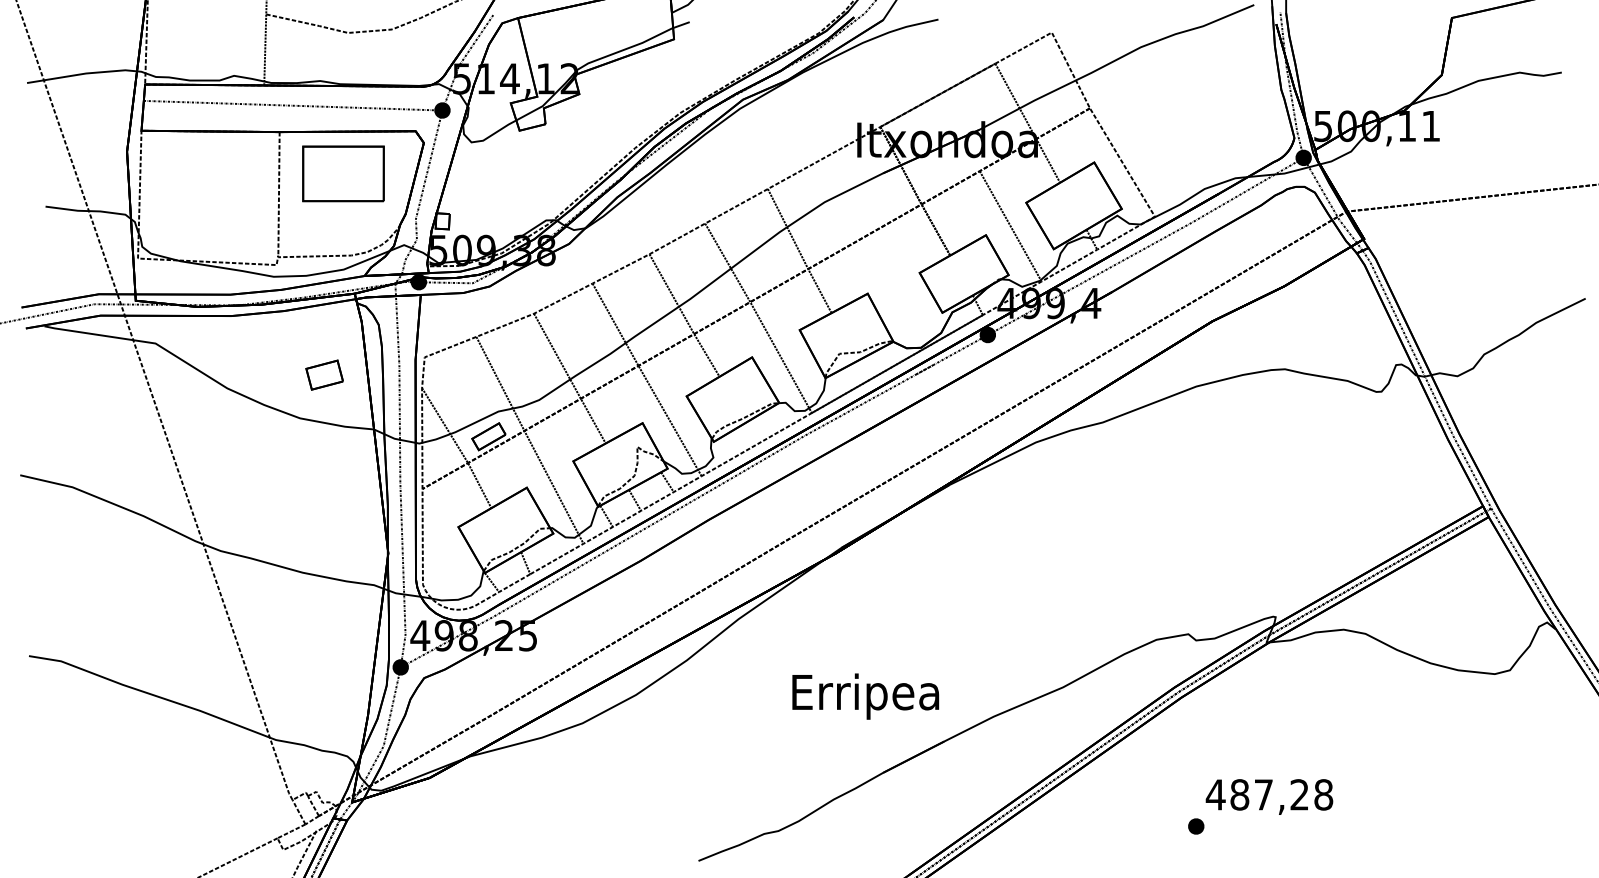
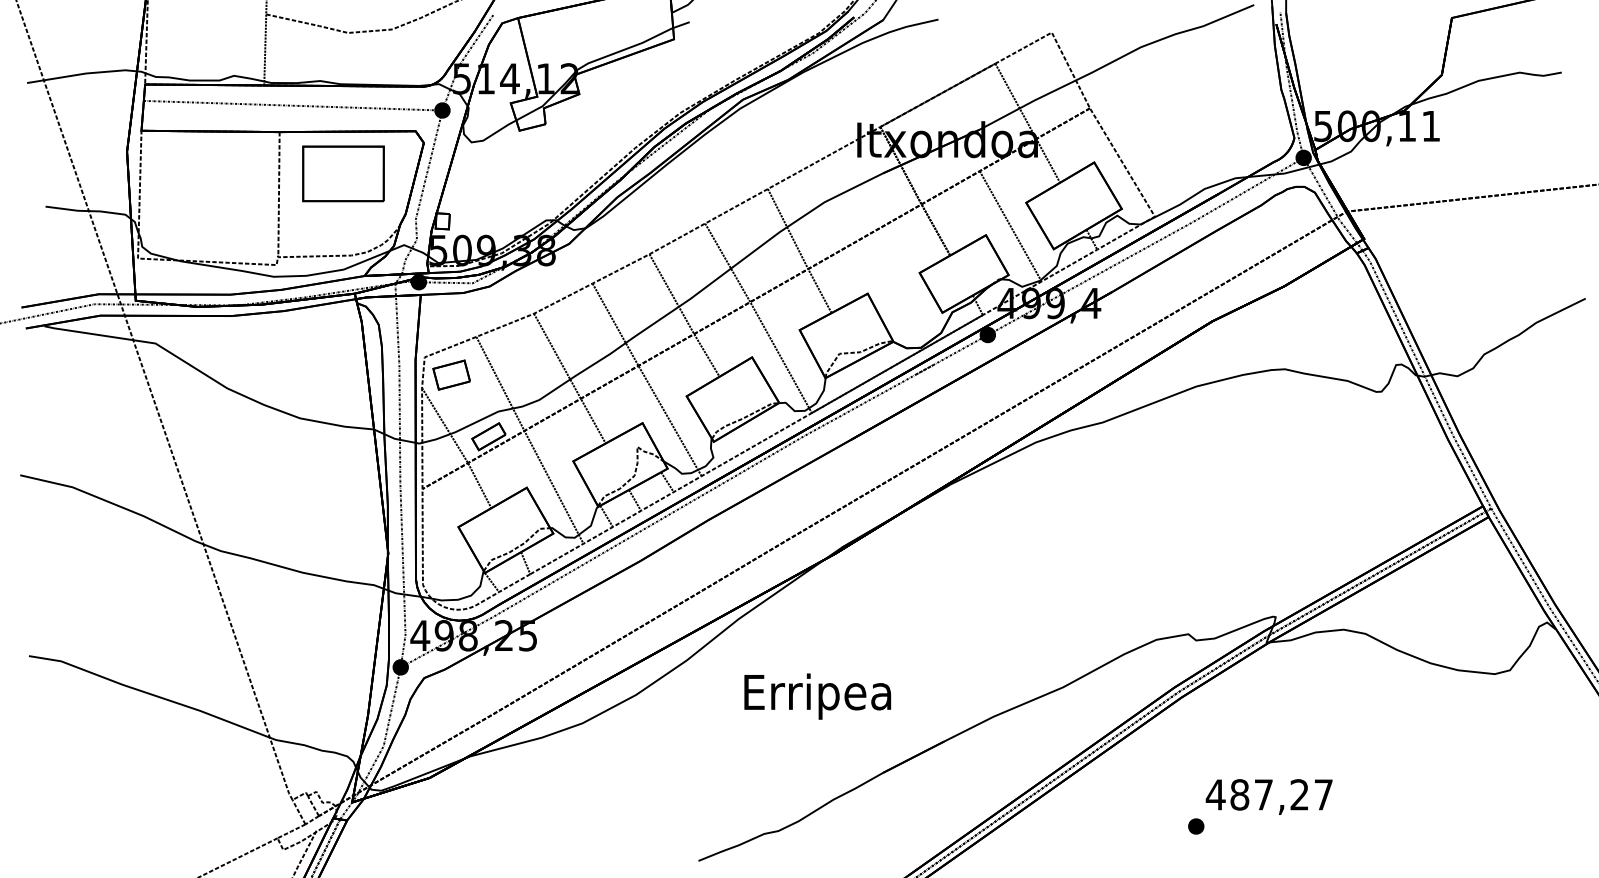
part at (324, 374) position: (324, 374) -> (451, 374)
text at (865, 696) position: (865, 696) -> (817, 696)
text at (1323, 794): 487,28 -> 487,27
